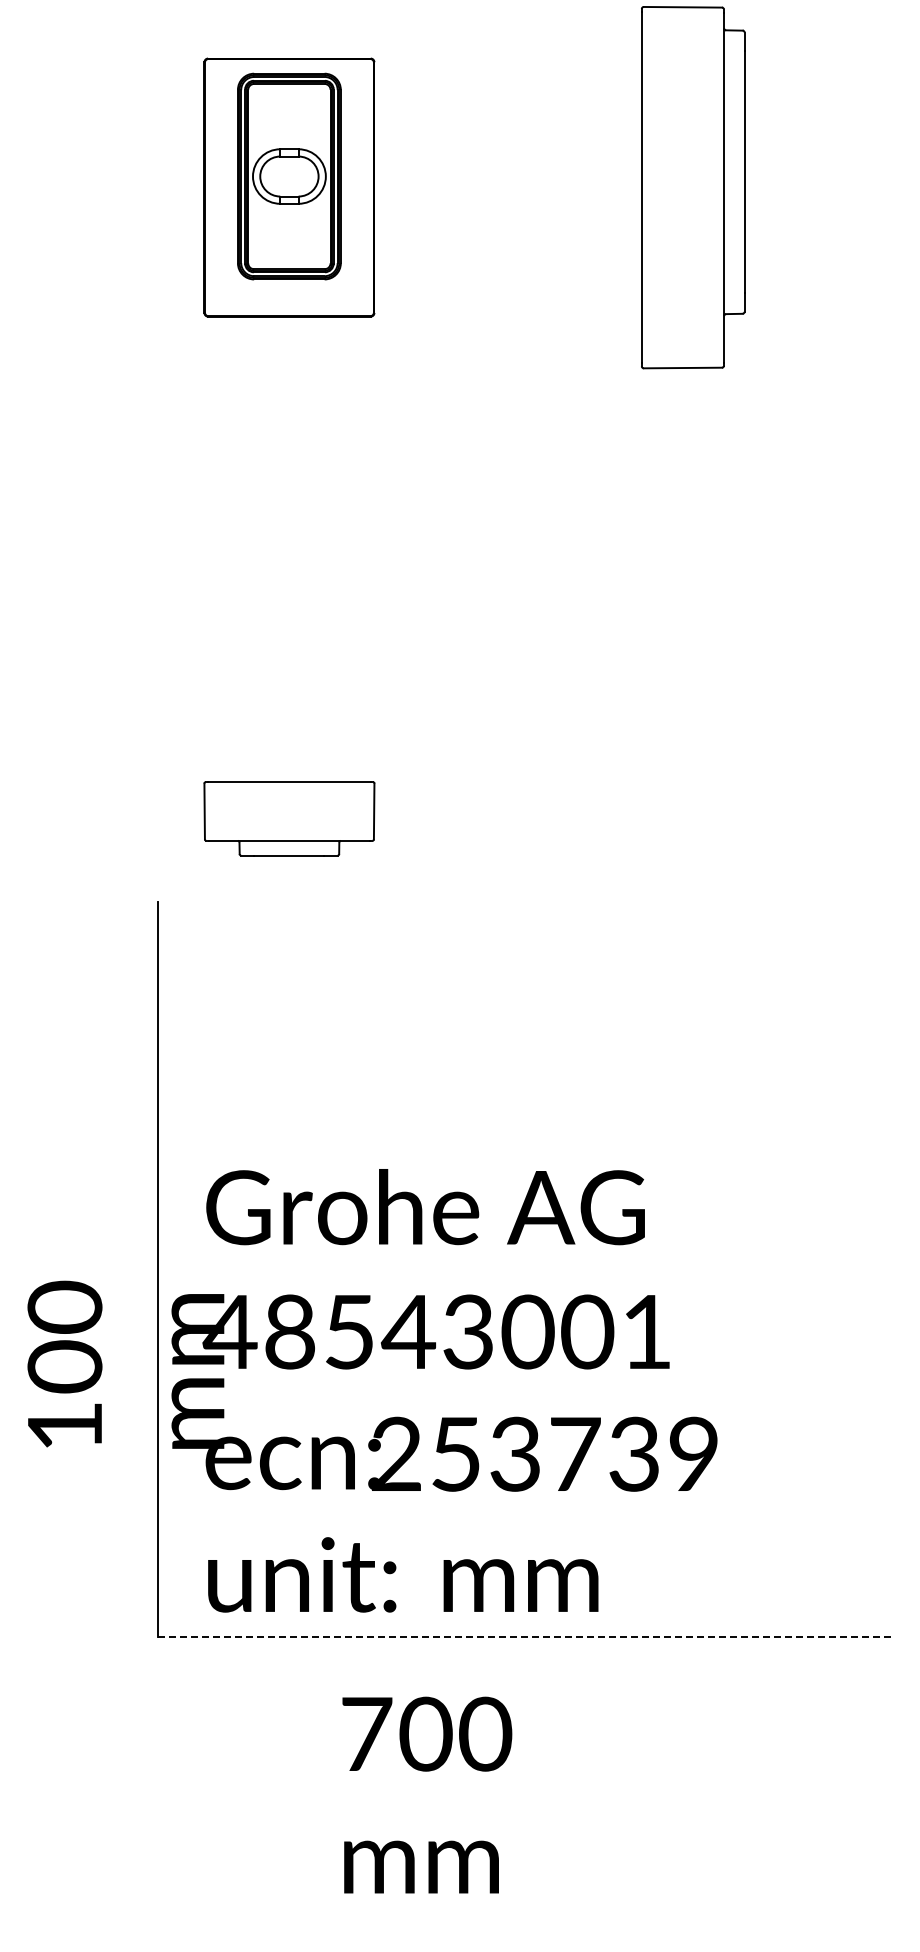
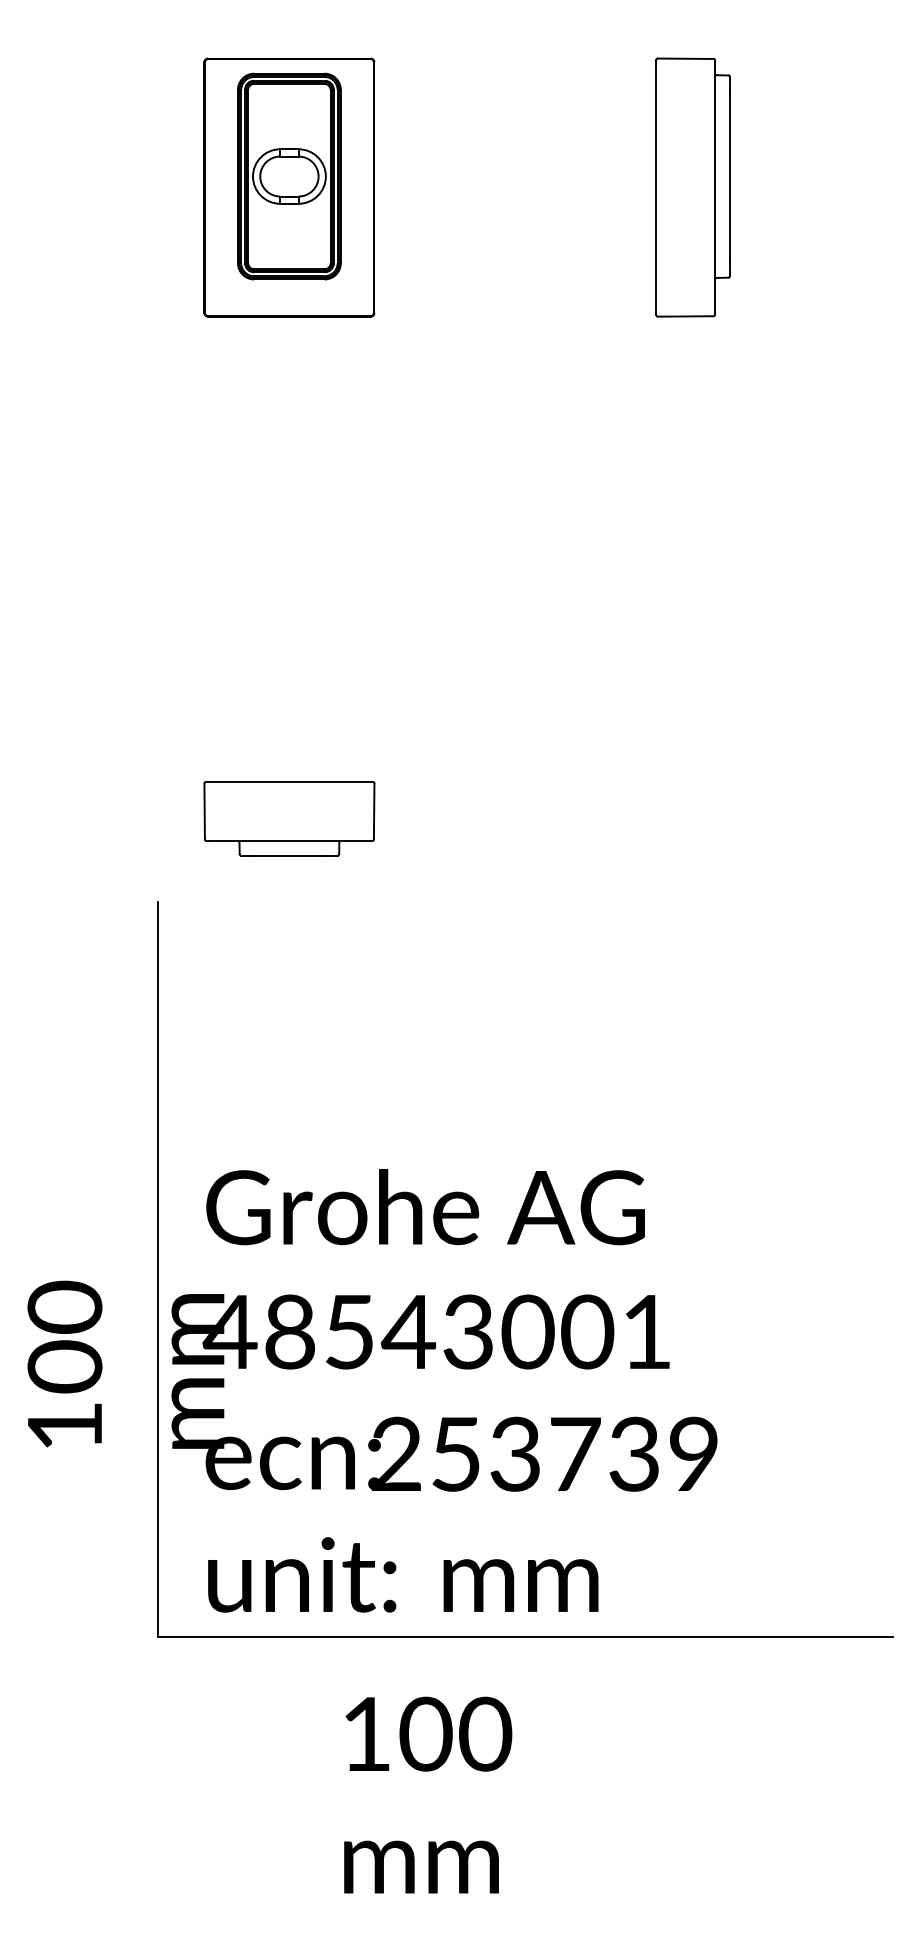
part at (693, 187) size: 105x364 px -> 76x261 px
line at (525, 1636): dashed -> solid
text at (367, 1733): 700 -> 100
